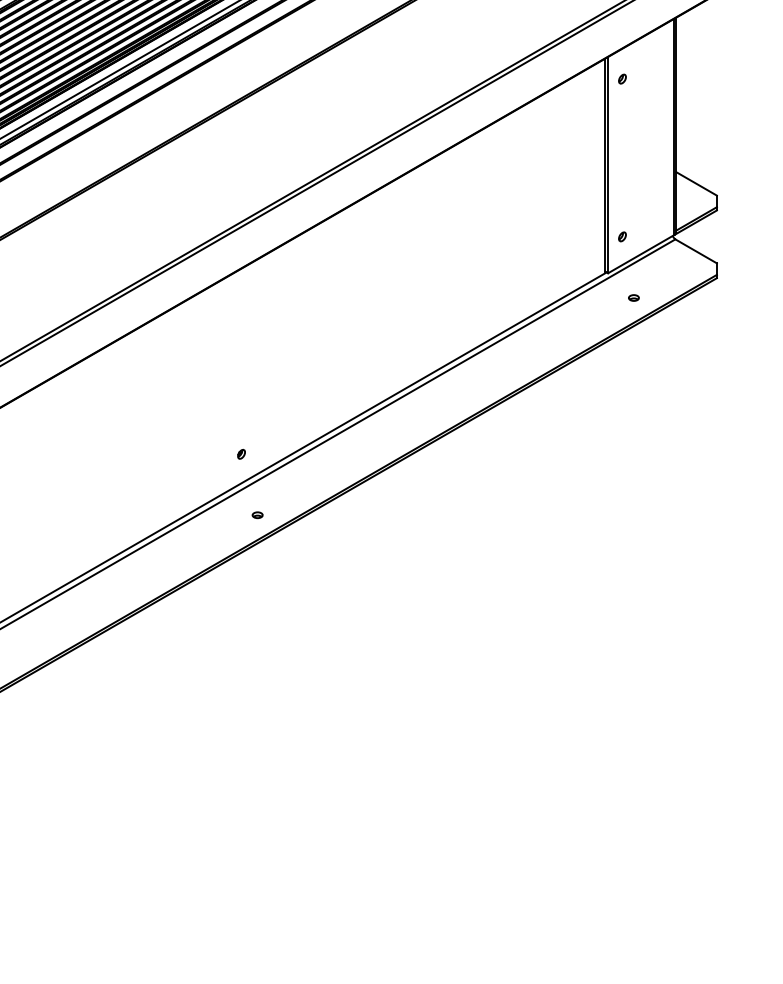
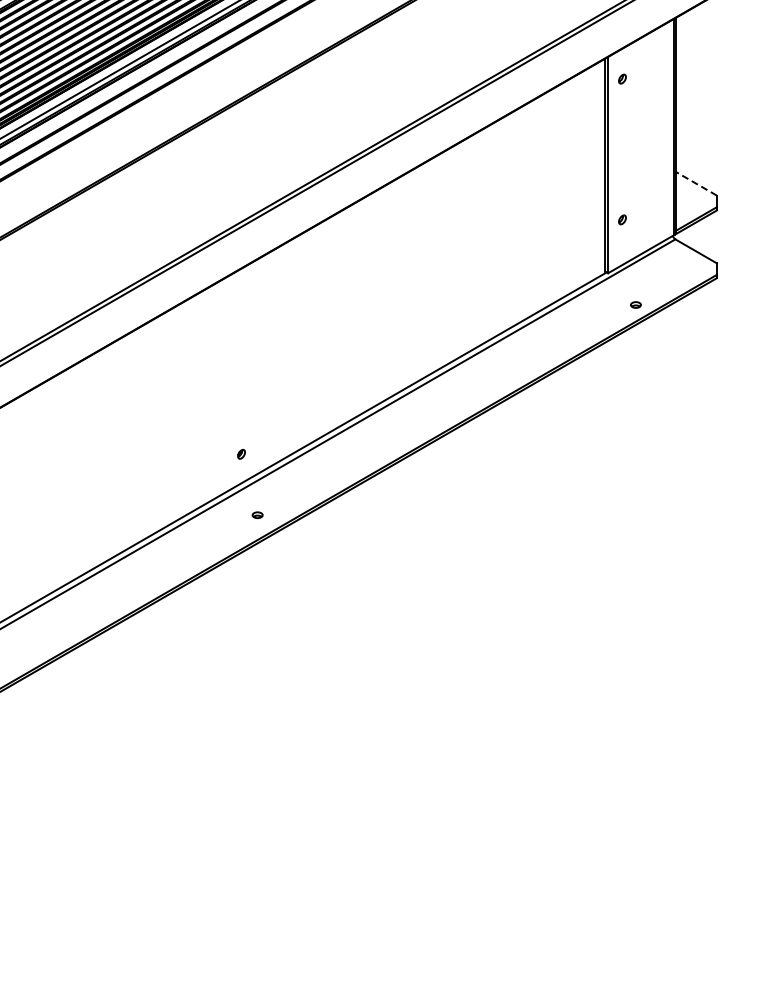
line at (696, 183): solid -> dashed
part at (622, 236) position: (622, 236) -> (622, 219)
part at (633, 297) position: (633, 297) -> (635, 304)
